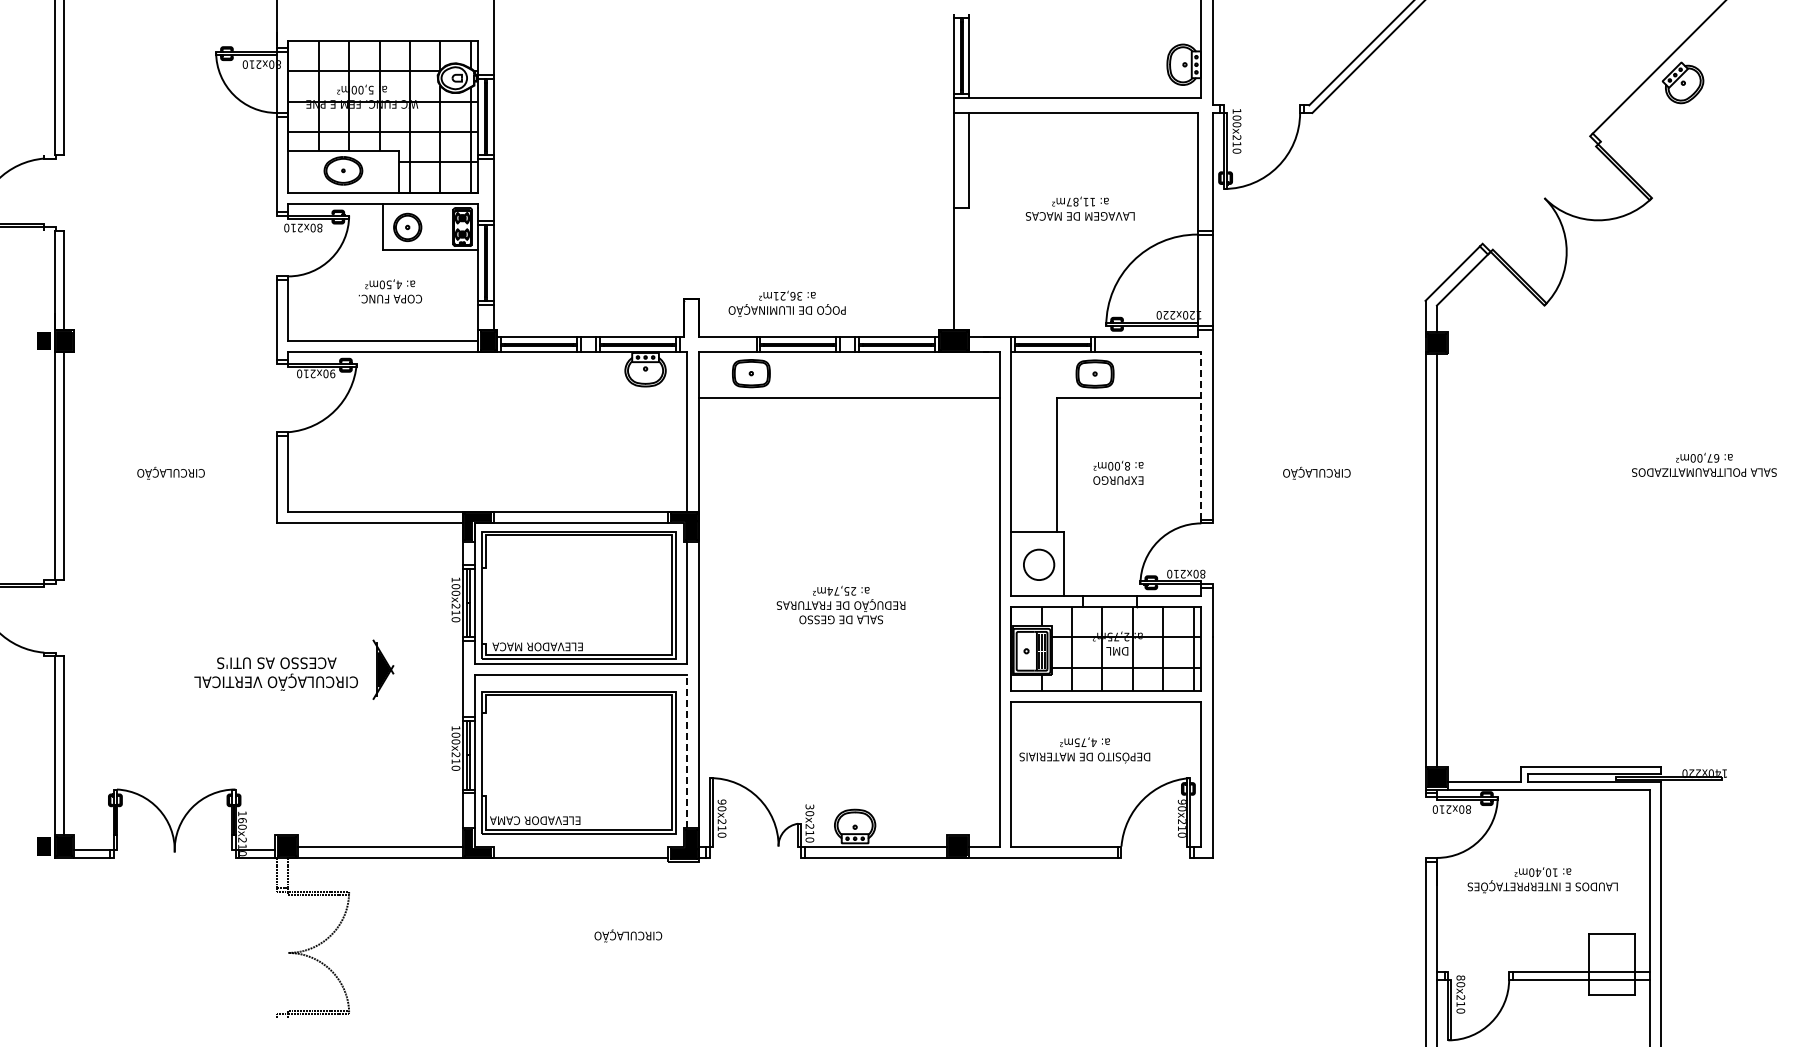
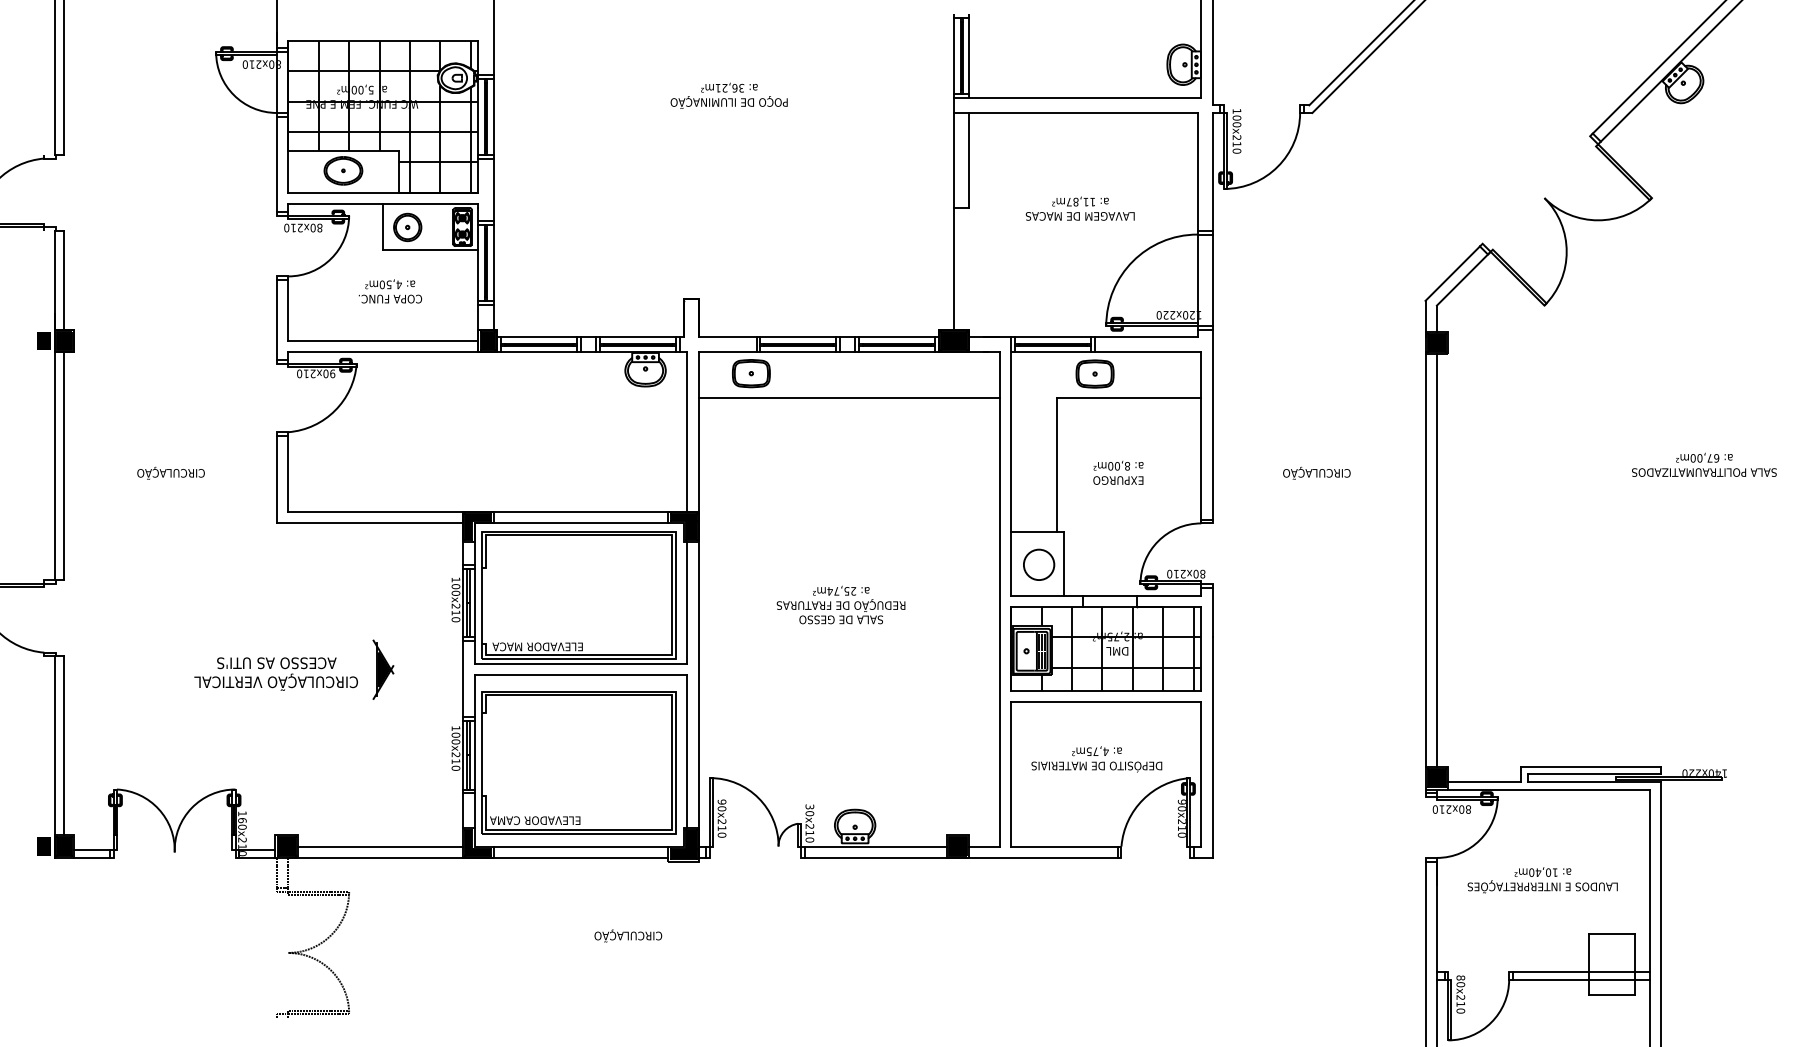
line at (1670, 71): none -> present
text at (786, 303) position: (786, 303) -> (728, 95)
line at (1201, 436): dashed -> solid
text at (1084, 750) position: (1084, 750) -> (1096, 759)
line at (687, 751): dashed -> solid
line at (580, 846): none -> present
